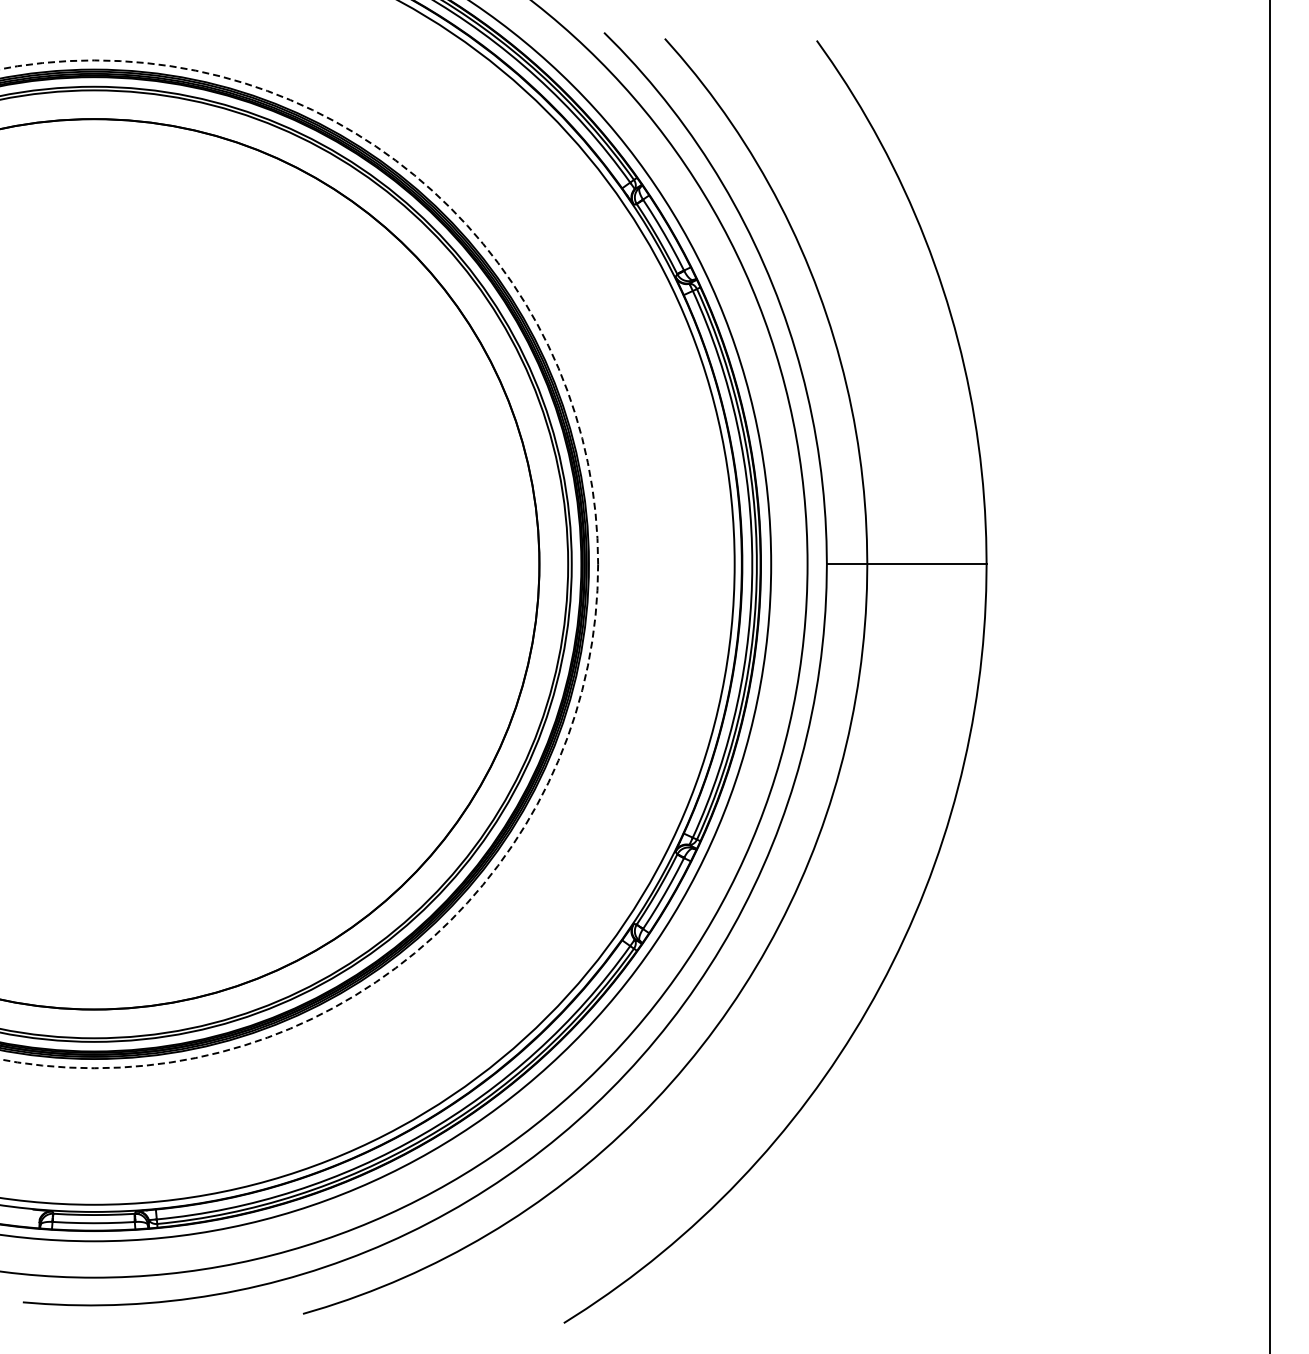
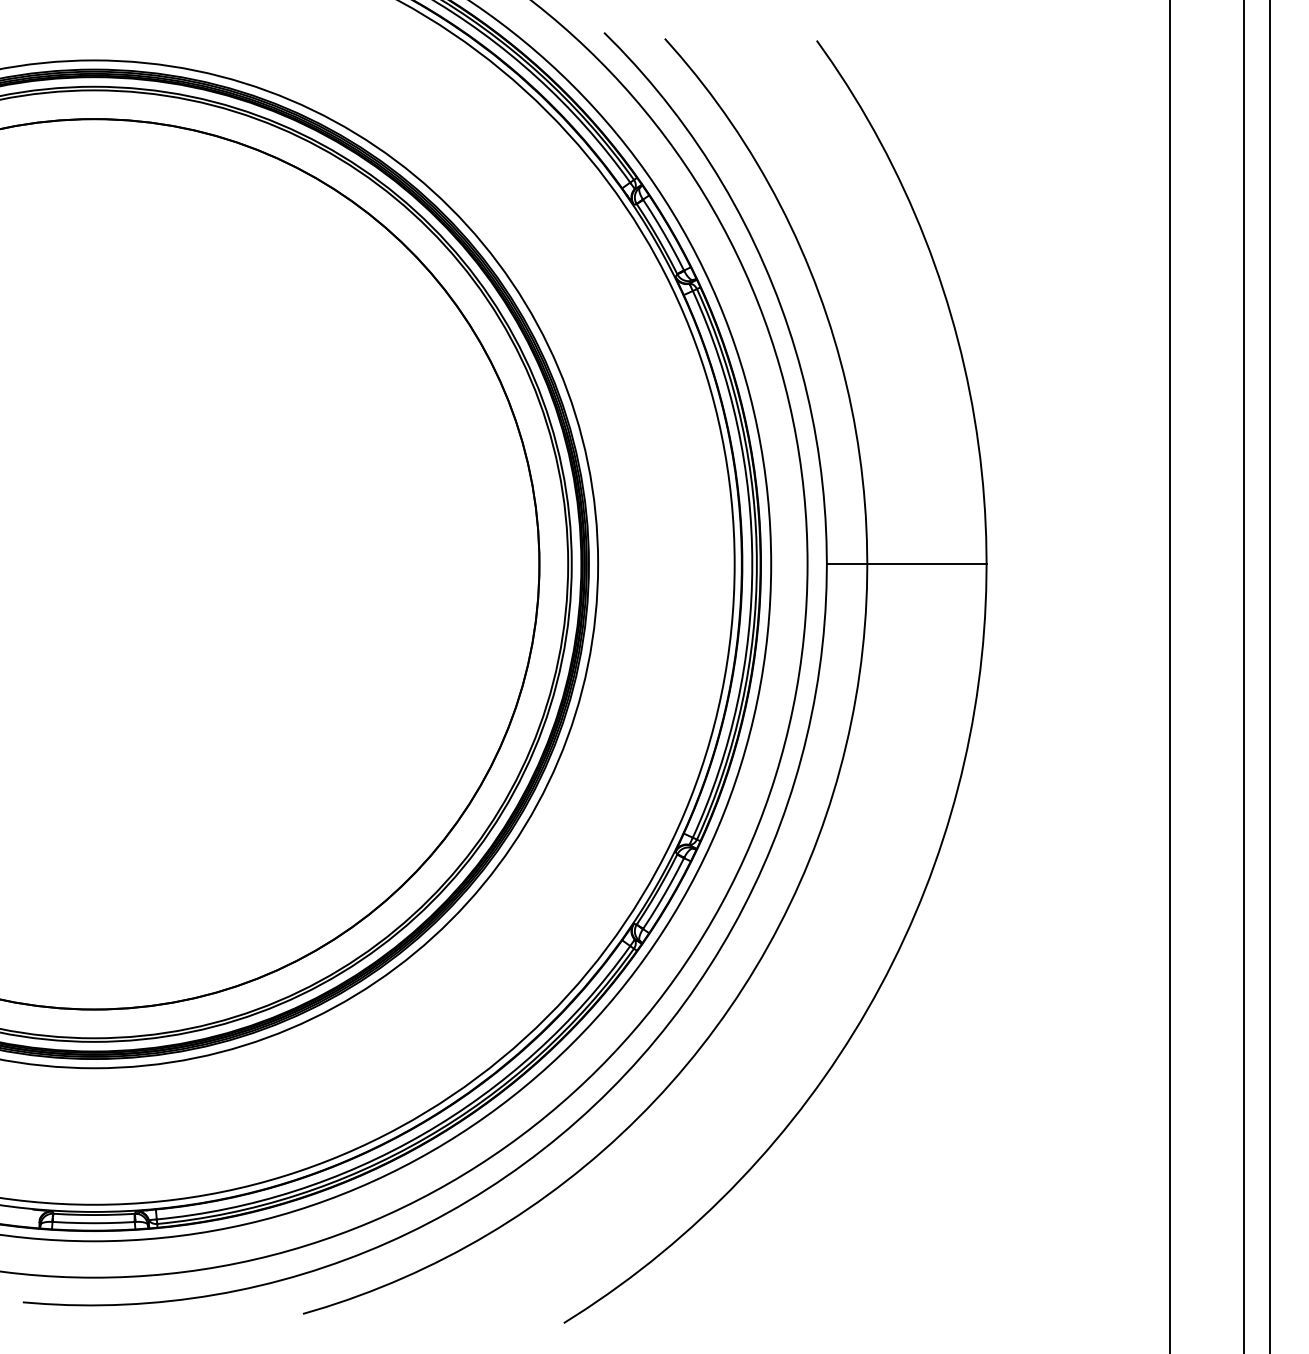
circle at (299, 564): dashed -> solid
line at (1170, 676): none -> present
line at (1244, 676): none -> present
